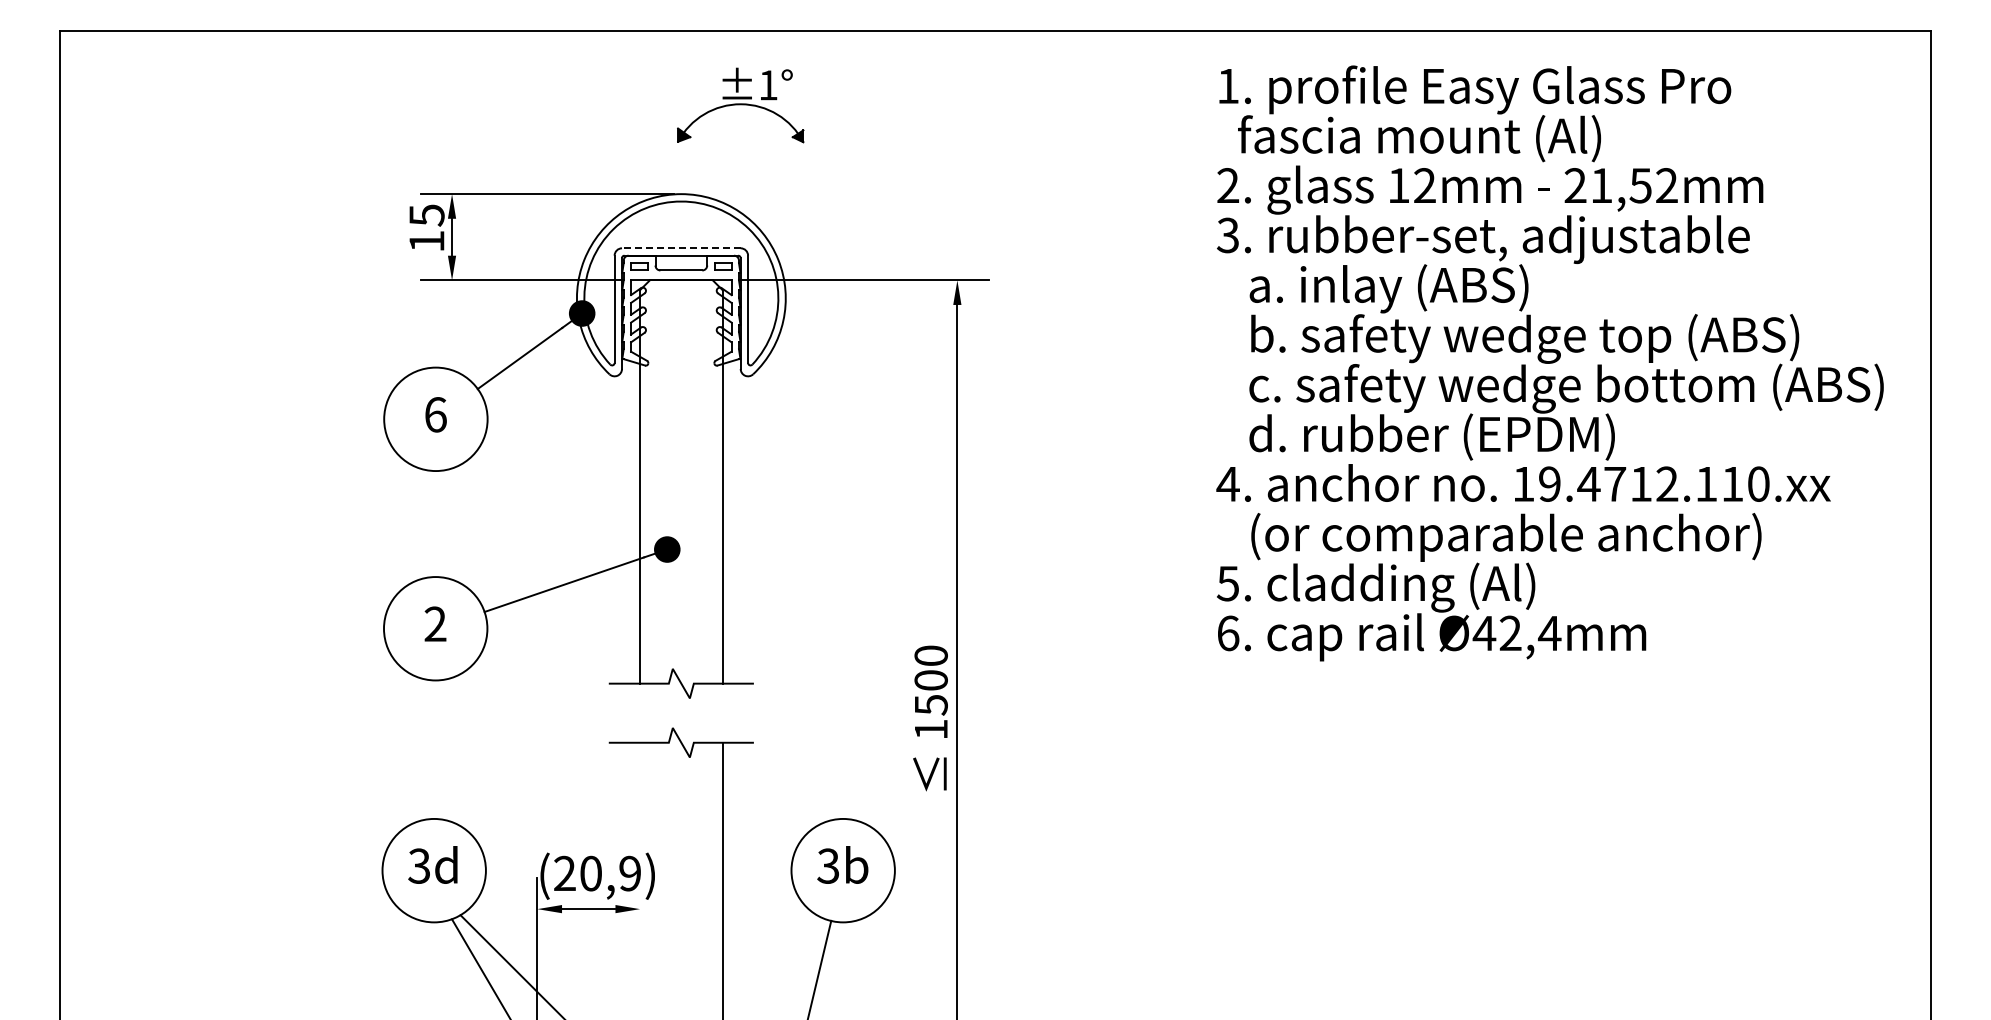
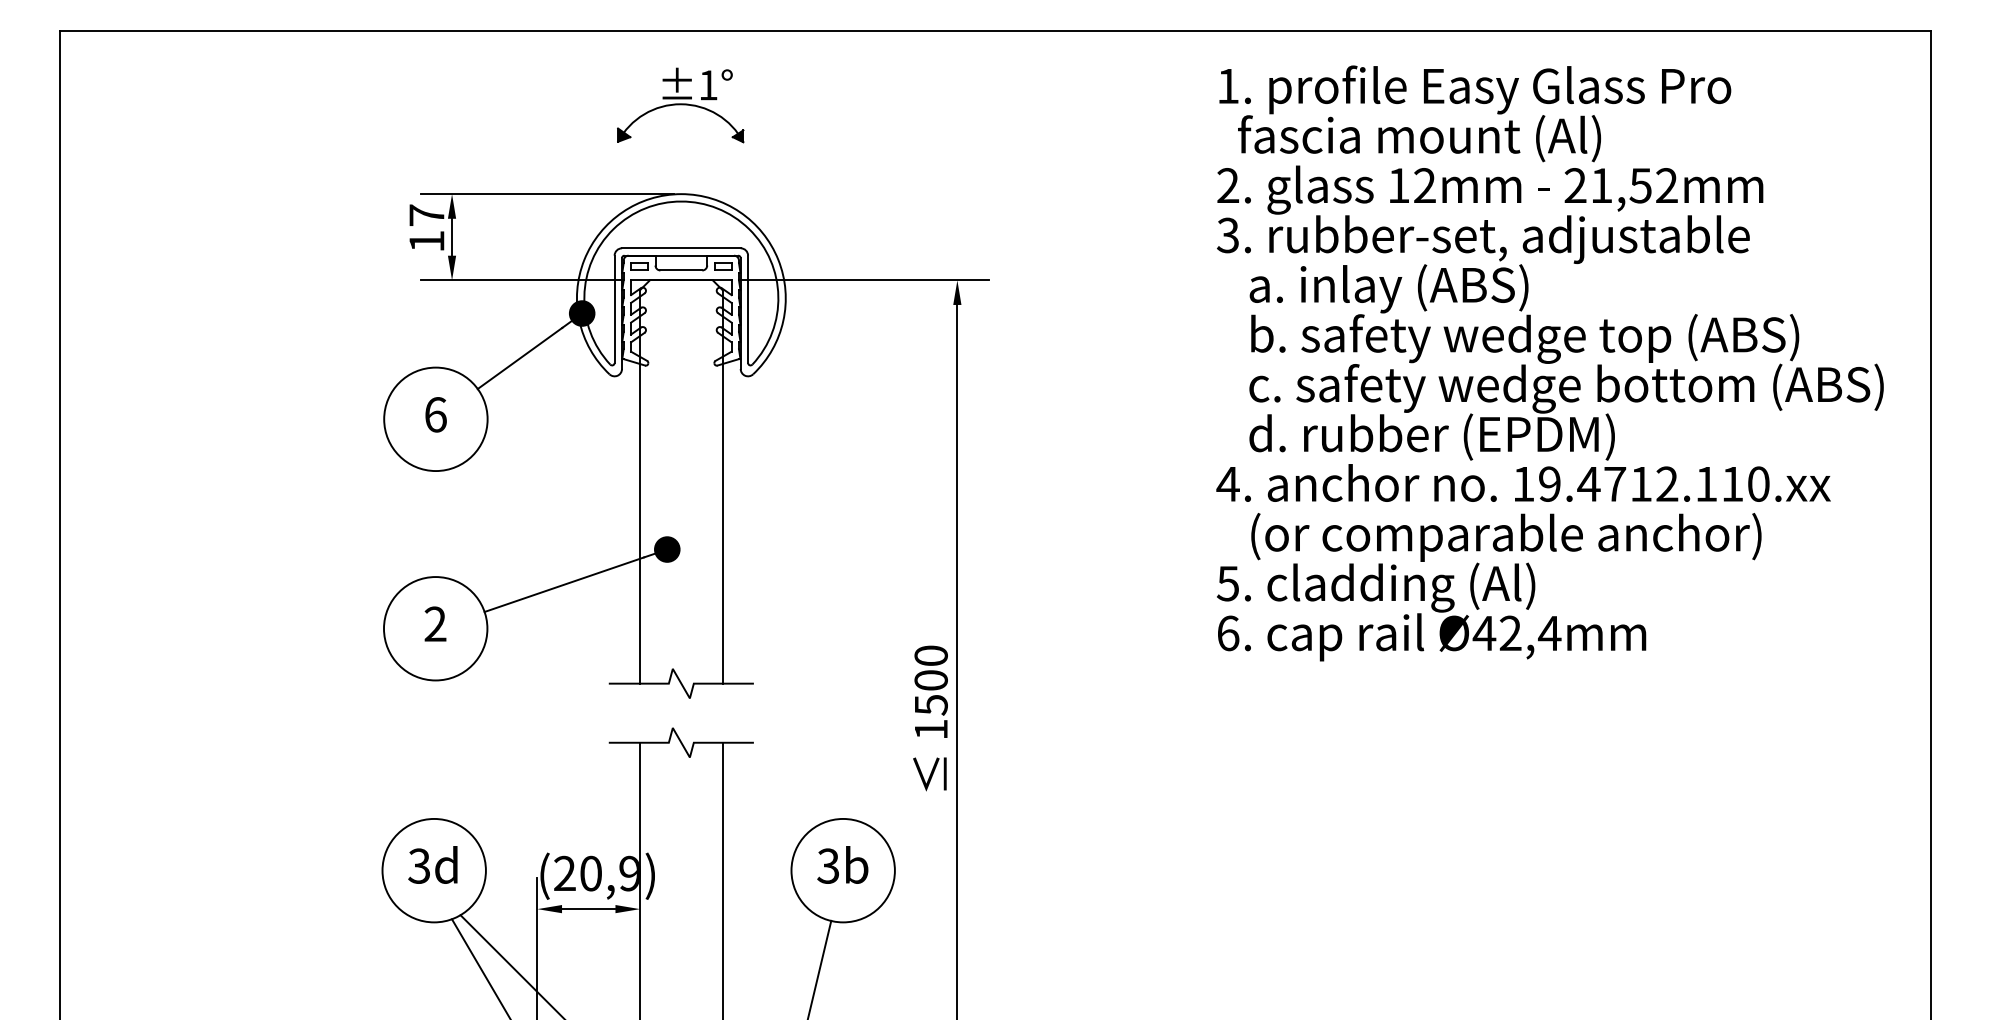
part at (740, 105) position: (740, 105) -> (680, 105)
text at (426, 215): 15 -> 17
line at (680, 248): dashed -> solid
line at (640, 879): none -> present
